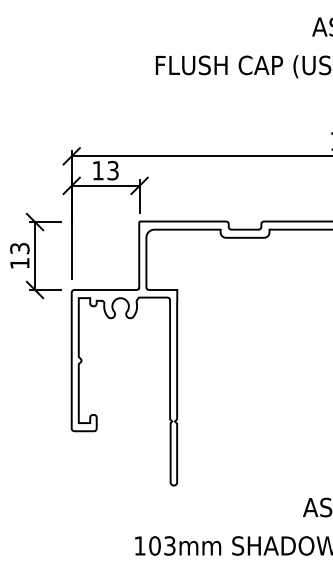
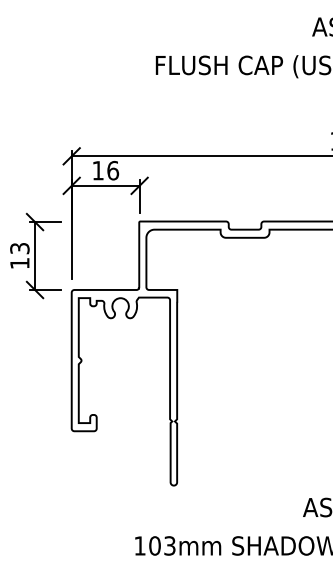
text at (113, 170): 13 -> 16
